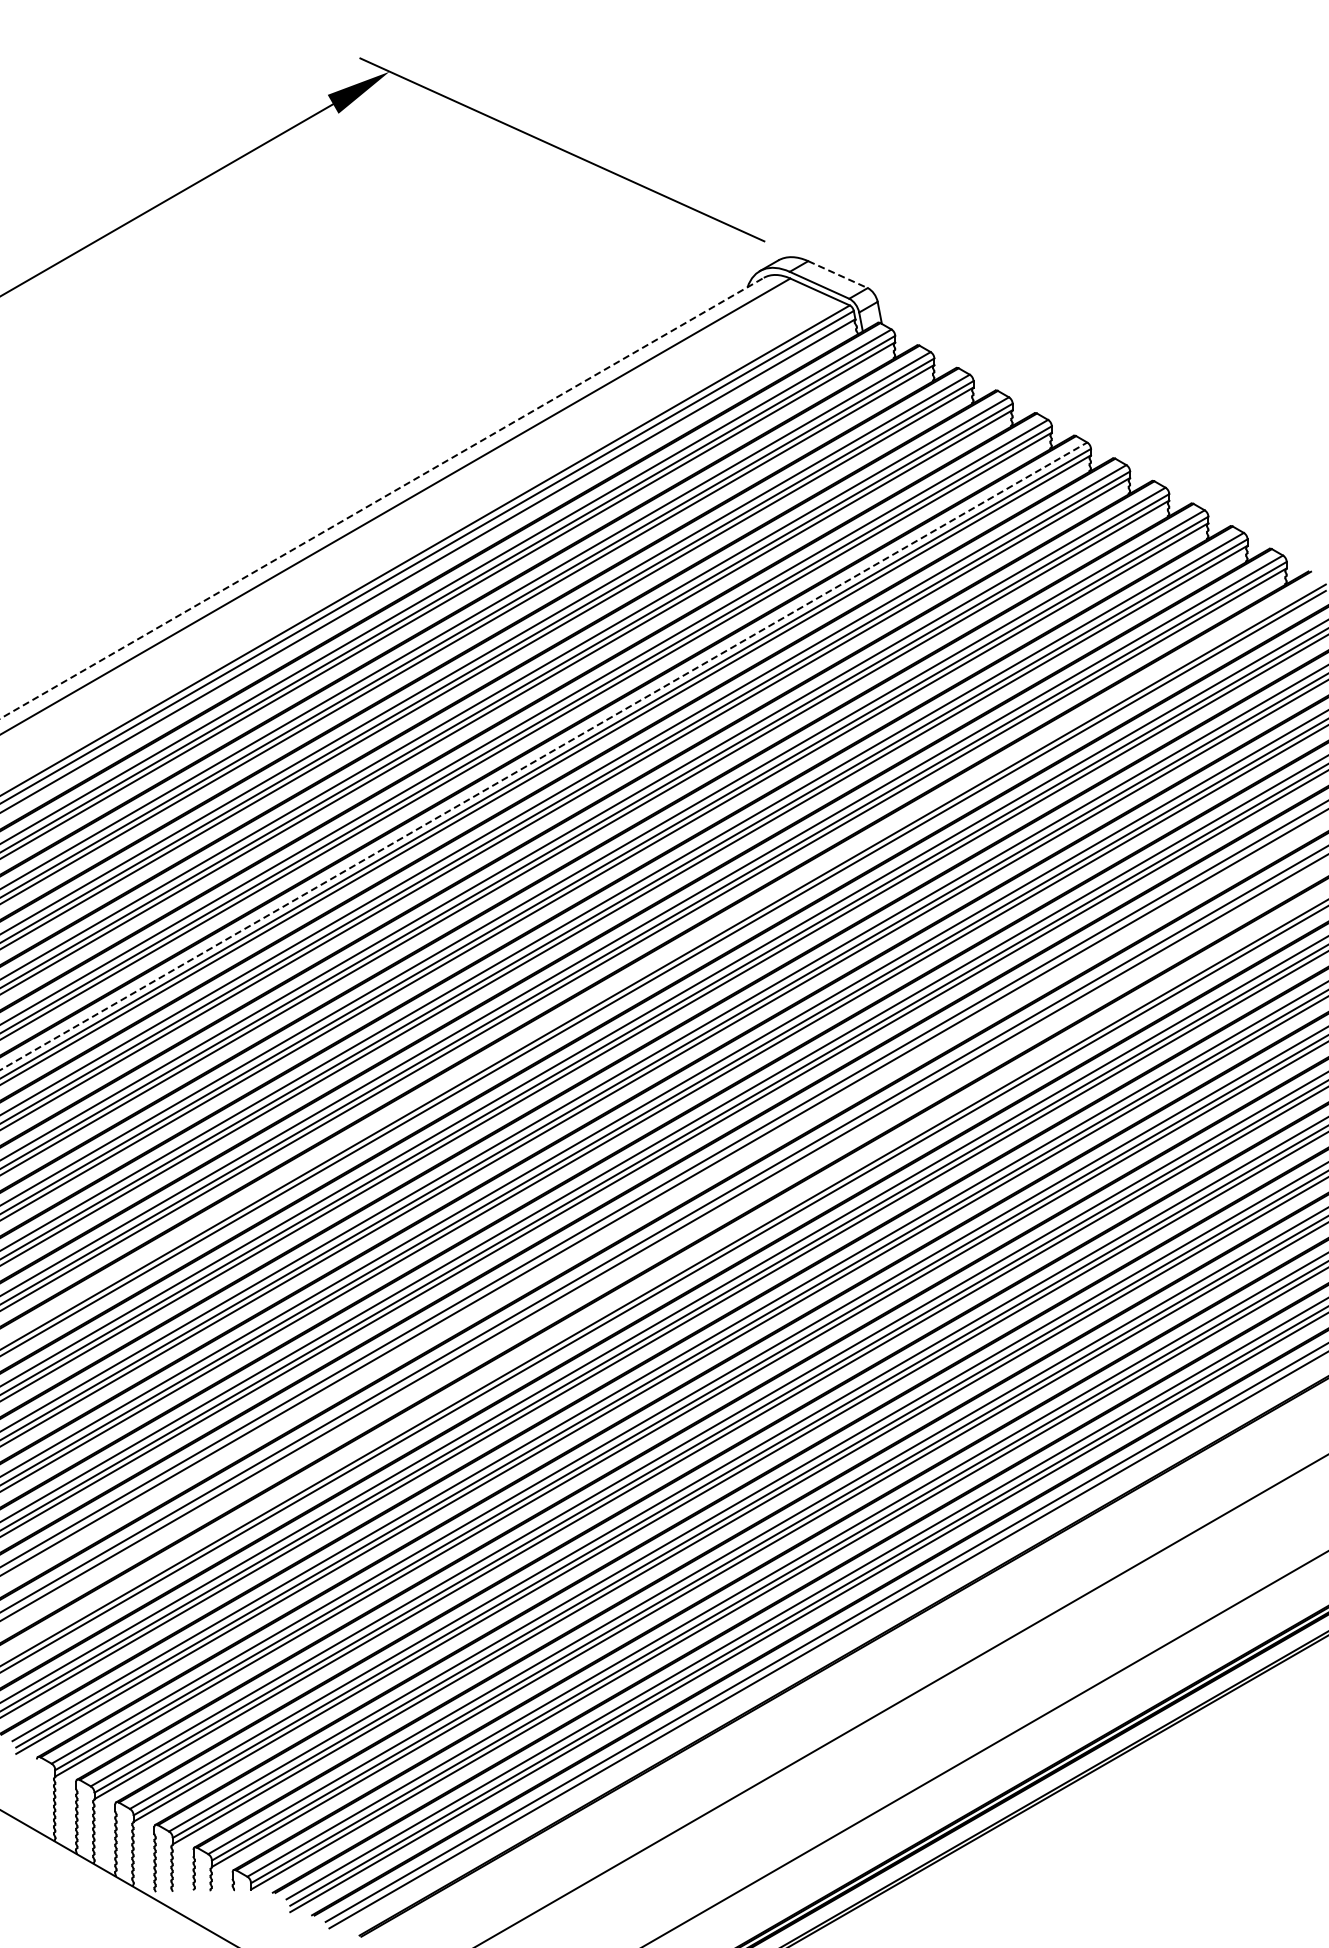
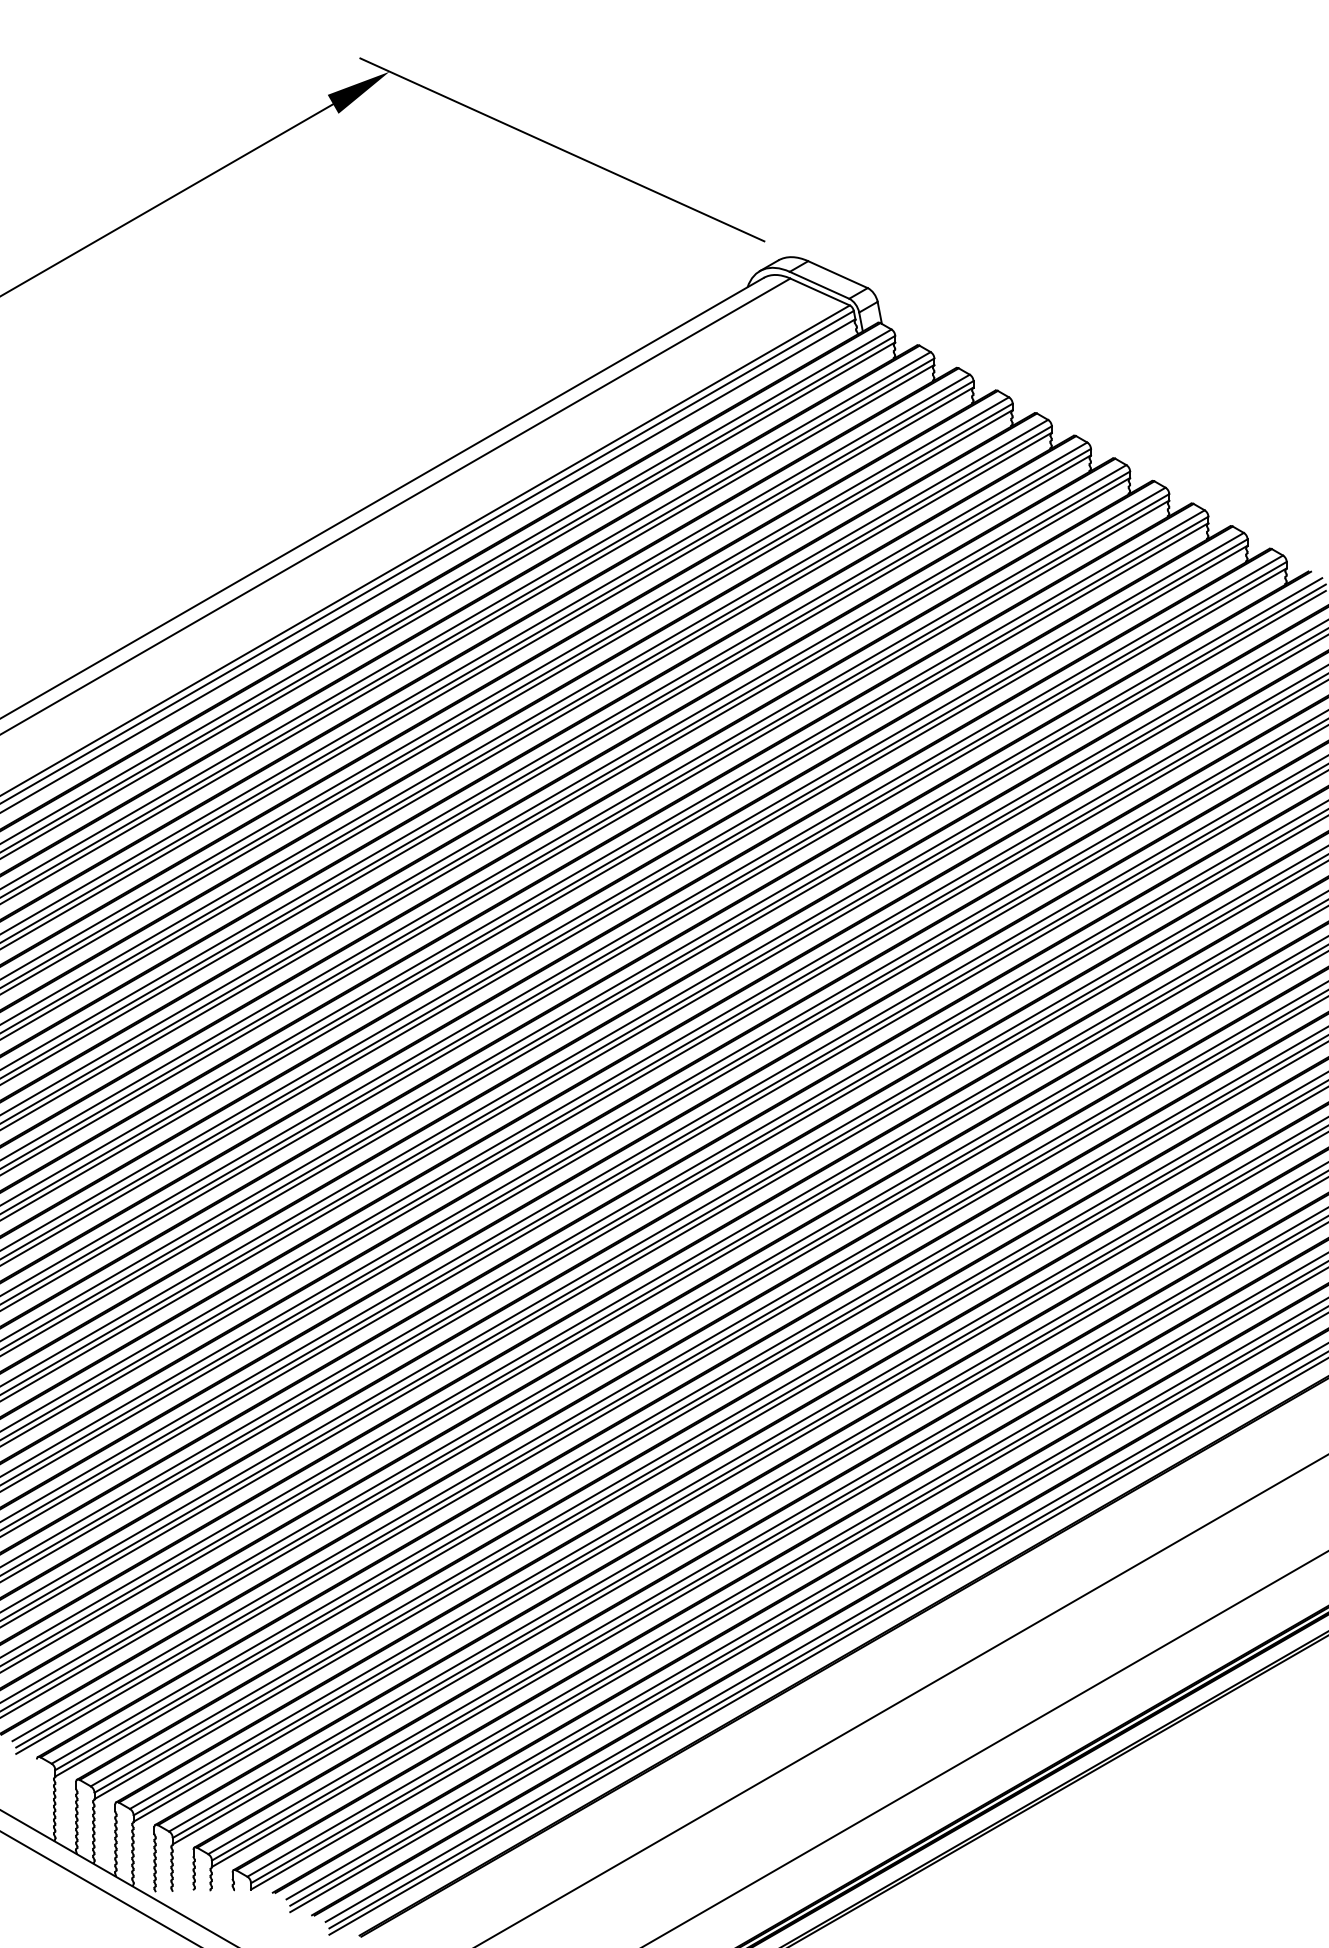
line at (837, 274): dashed -> solid
line at (381, 498): dashed -> solid
line at (543, 756): dashed -> solid
line at (662, 959): none -> present
line at (663, 1198): none -> present
line at (663, 1244): none -> present
line at (663, 1274): none -> present
line at (827, 1646): none -> present
line at (99, 1888): none -> present
